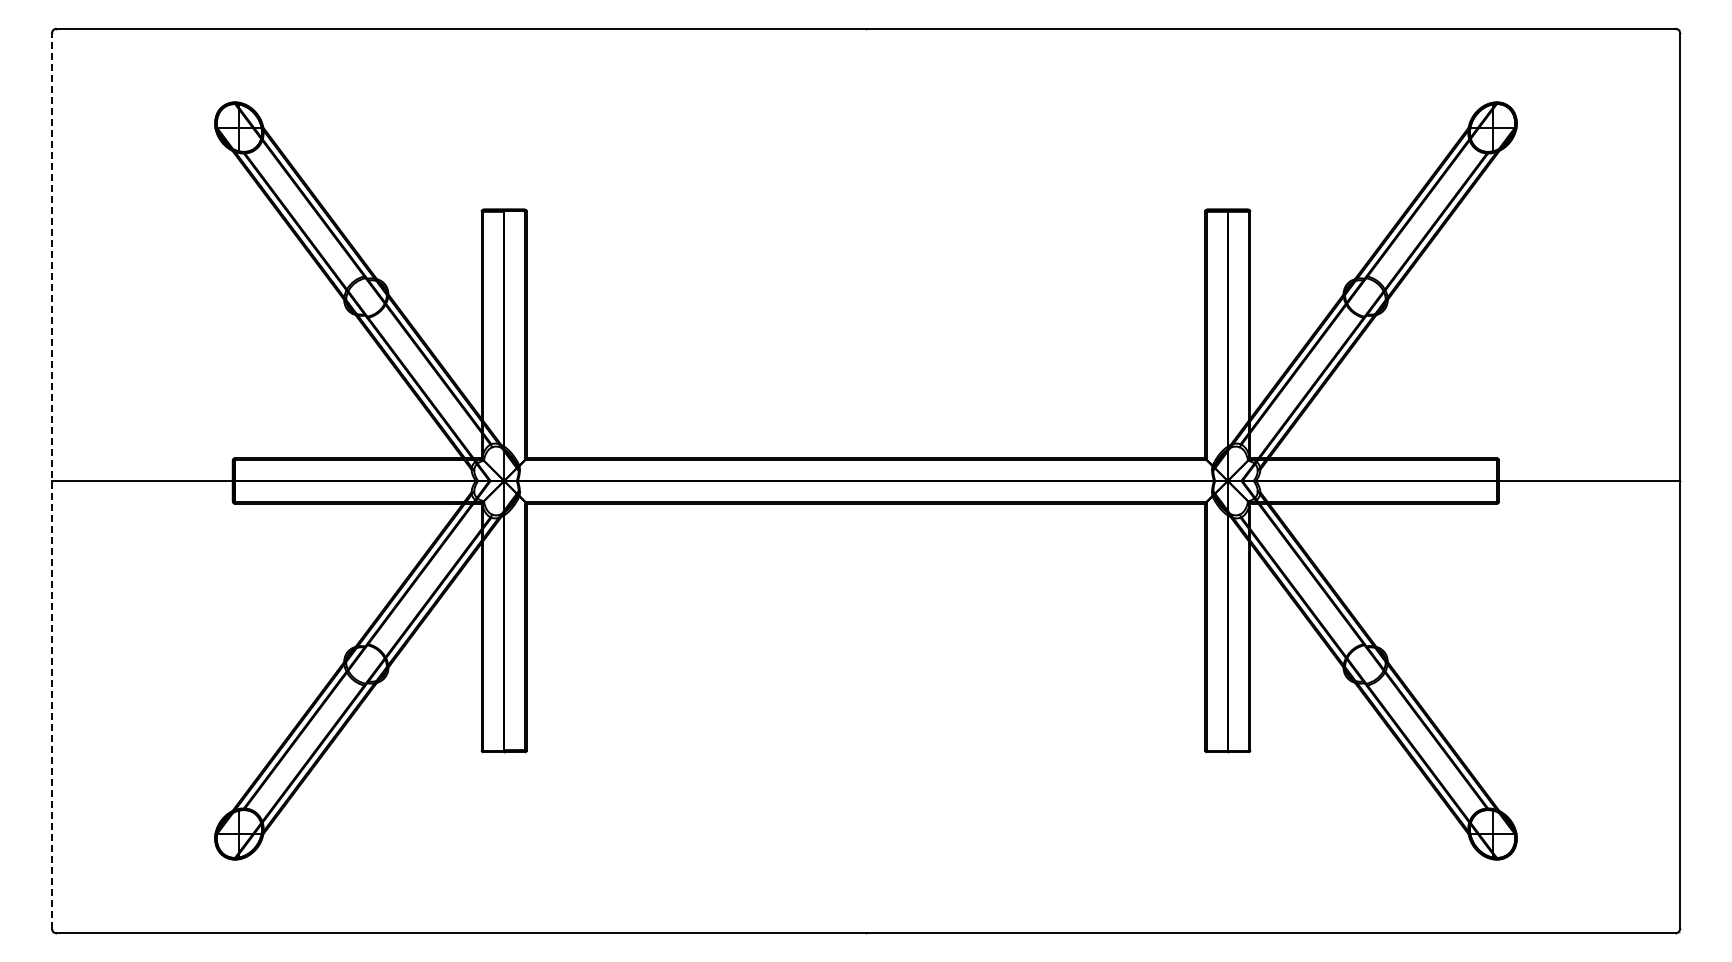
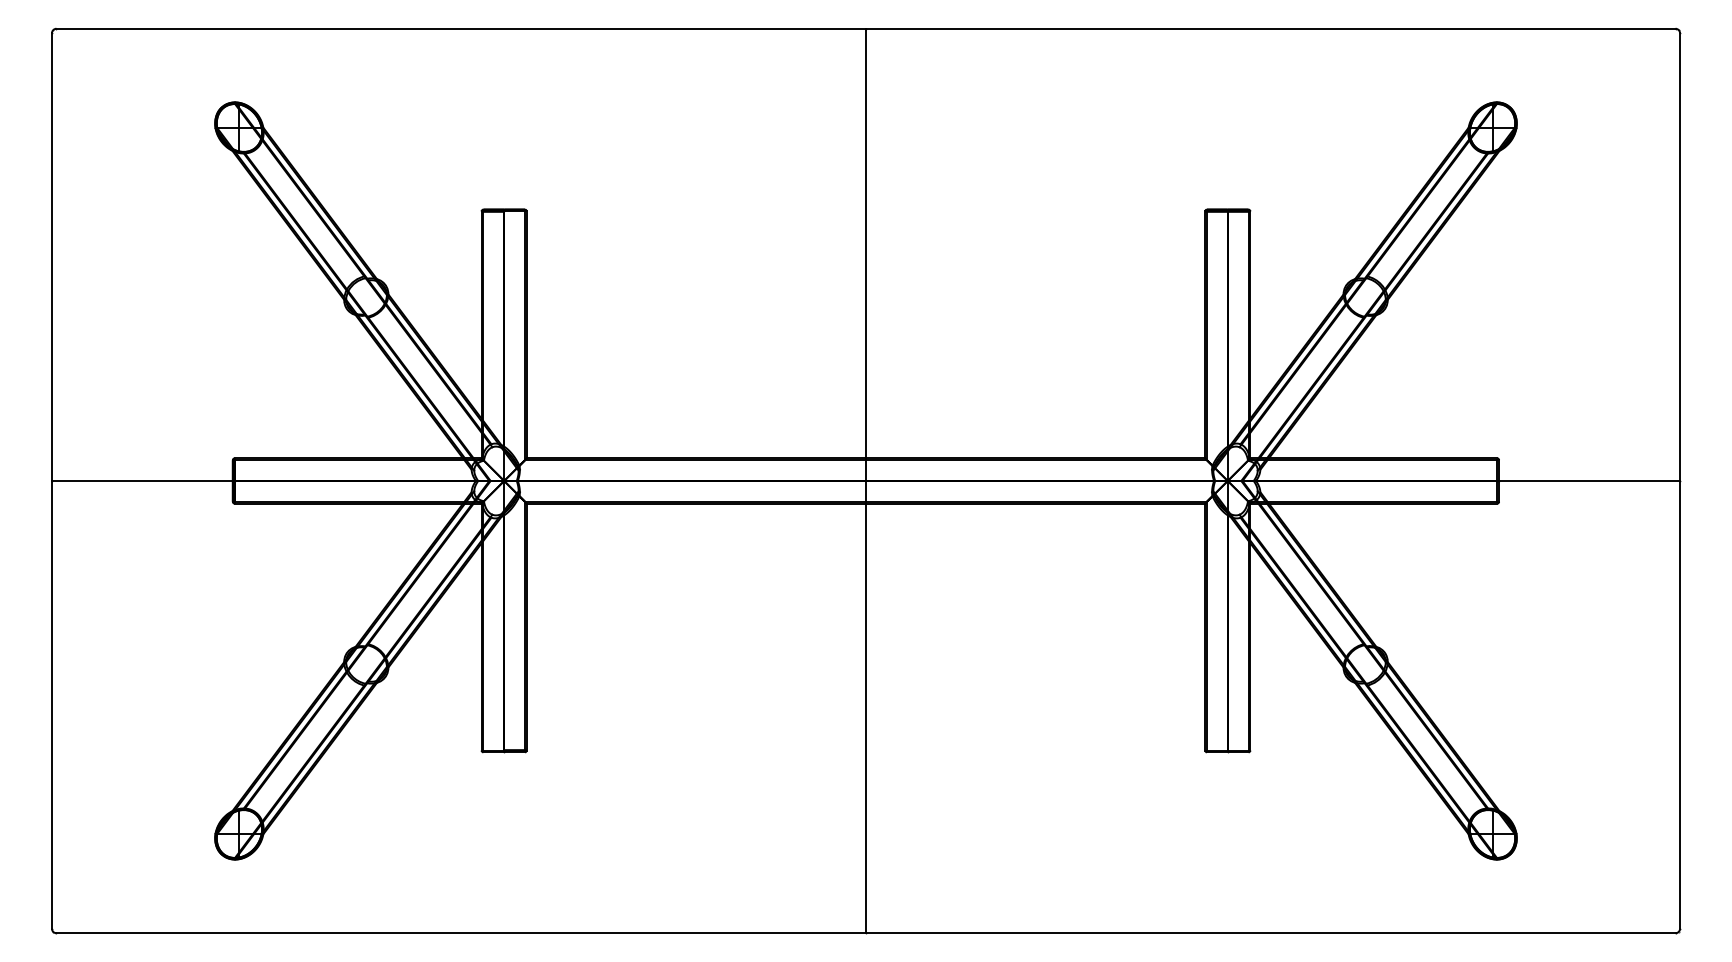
line at (865, 480): none -> present
line at (51, 481): dashed -> solid
